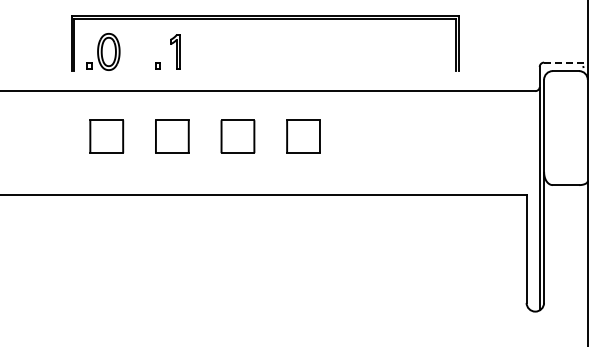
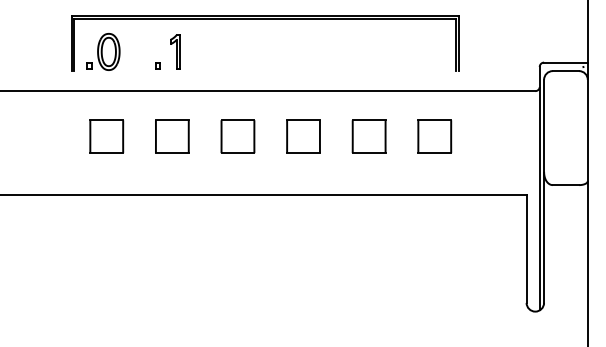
line at (565, 62): dashed -> solid
part at (368, 136): none -> present
part at (434, 136): none -> present
